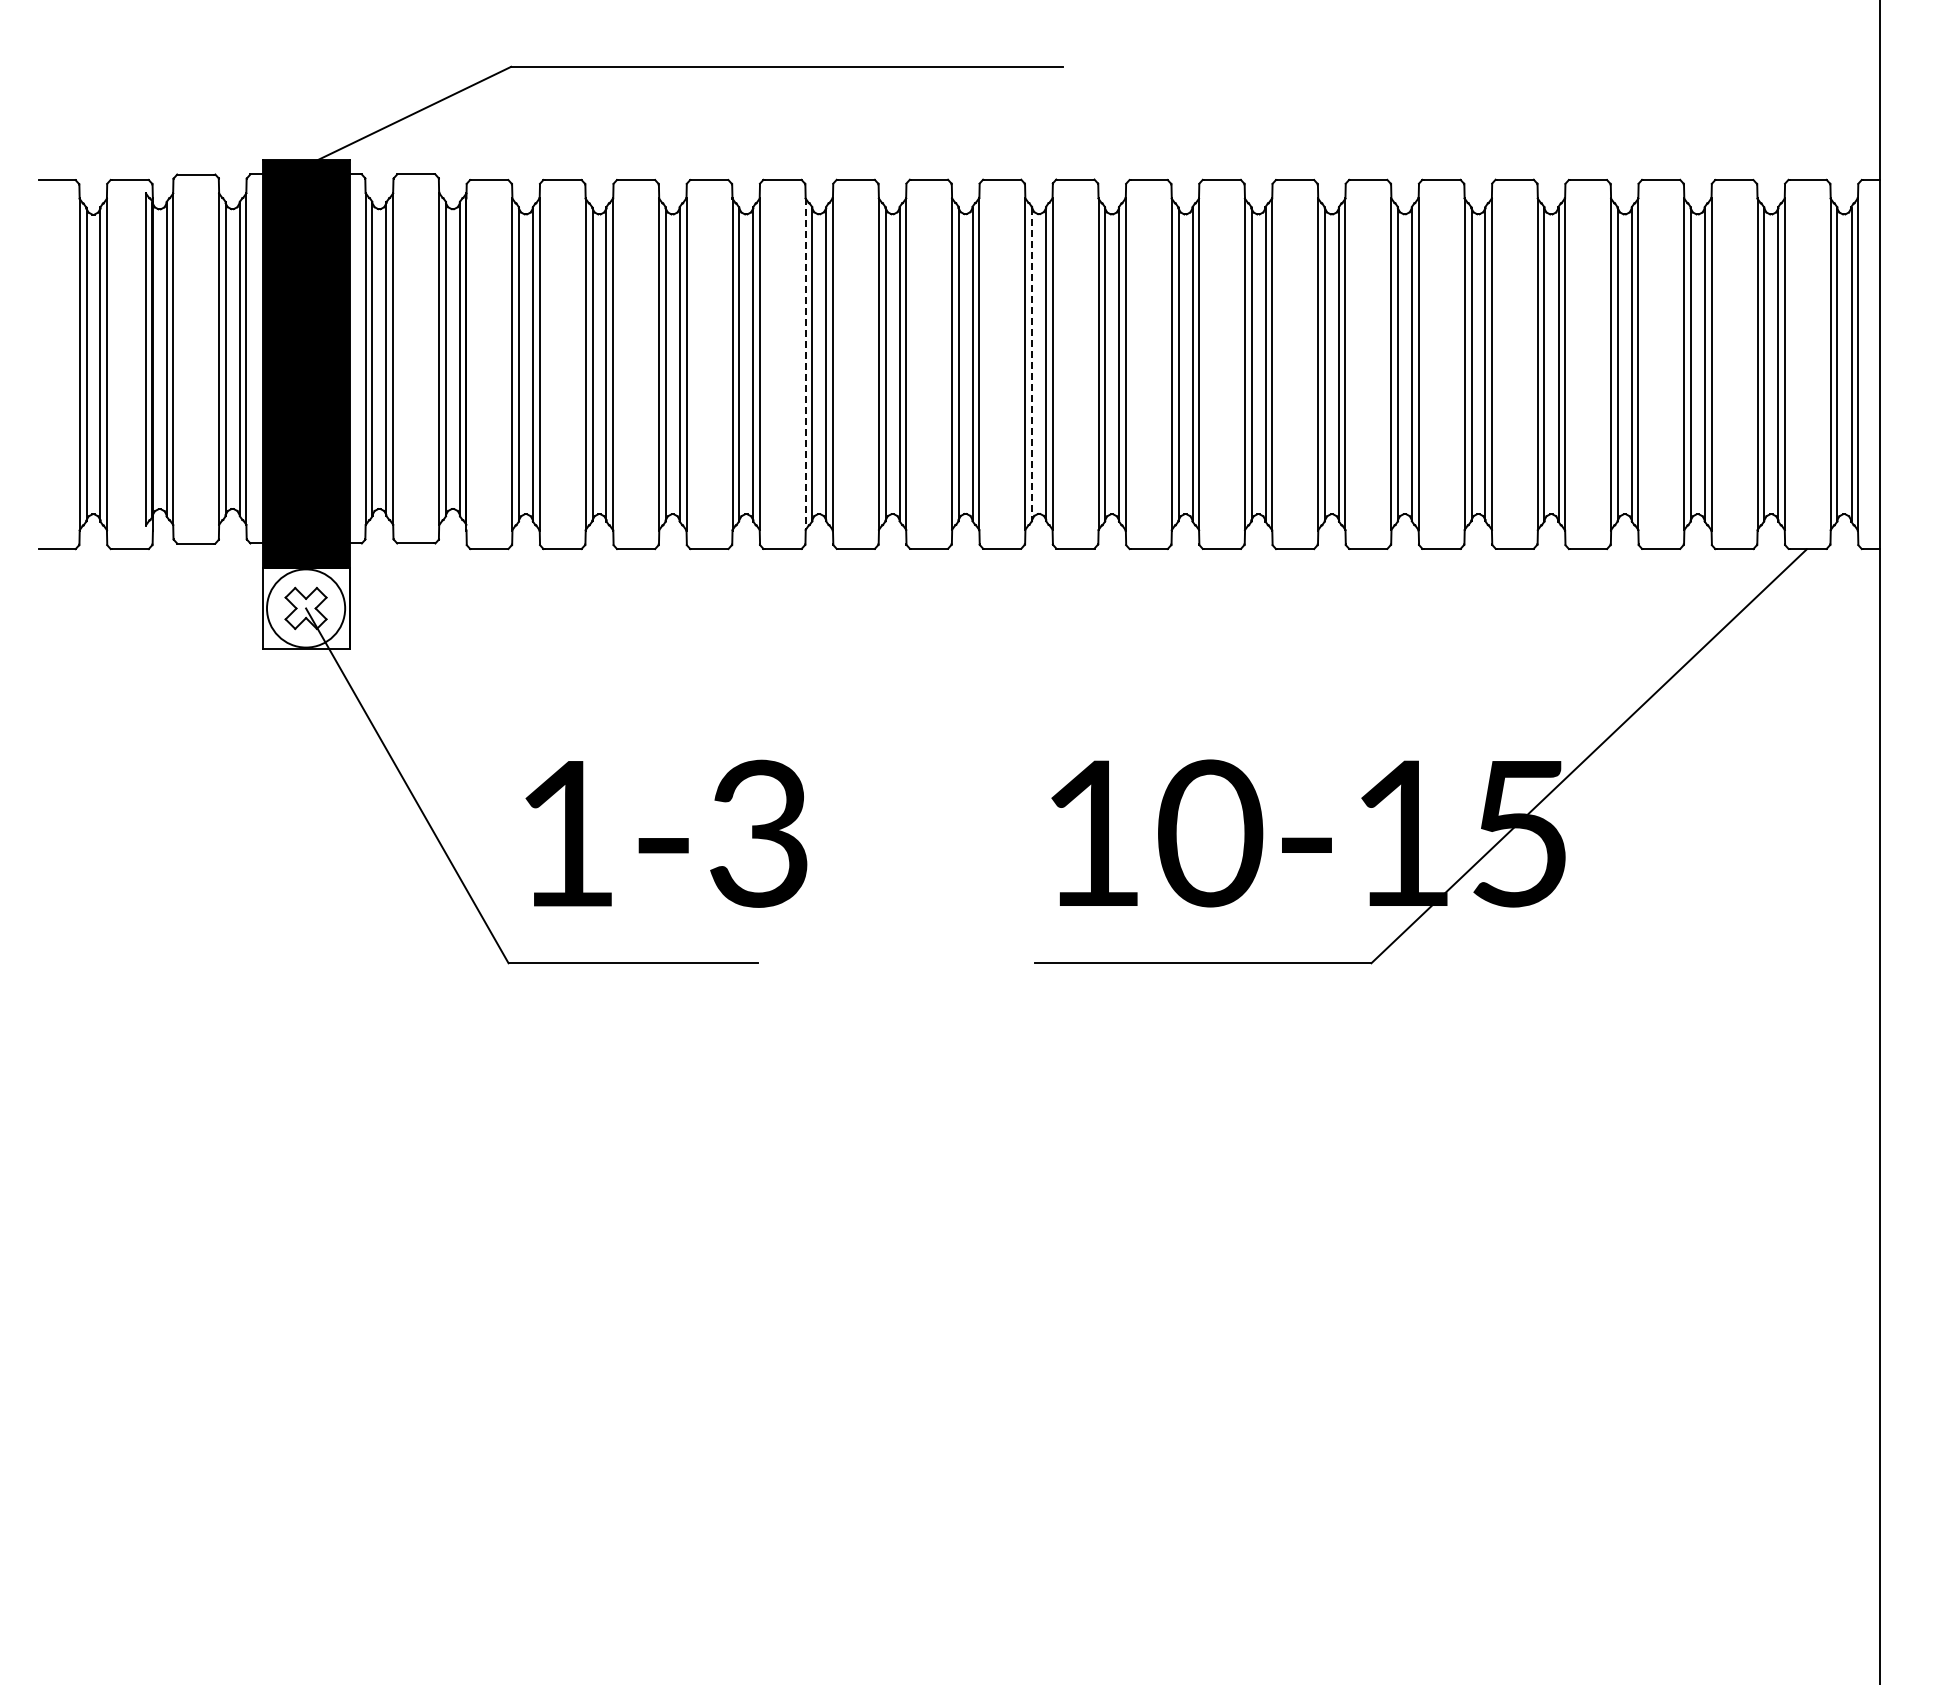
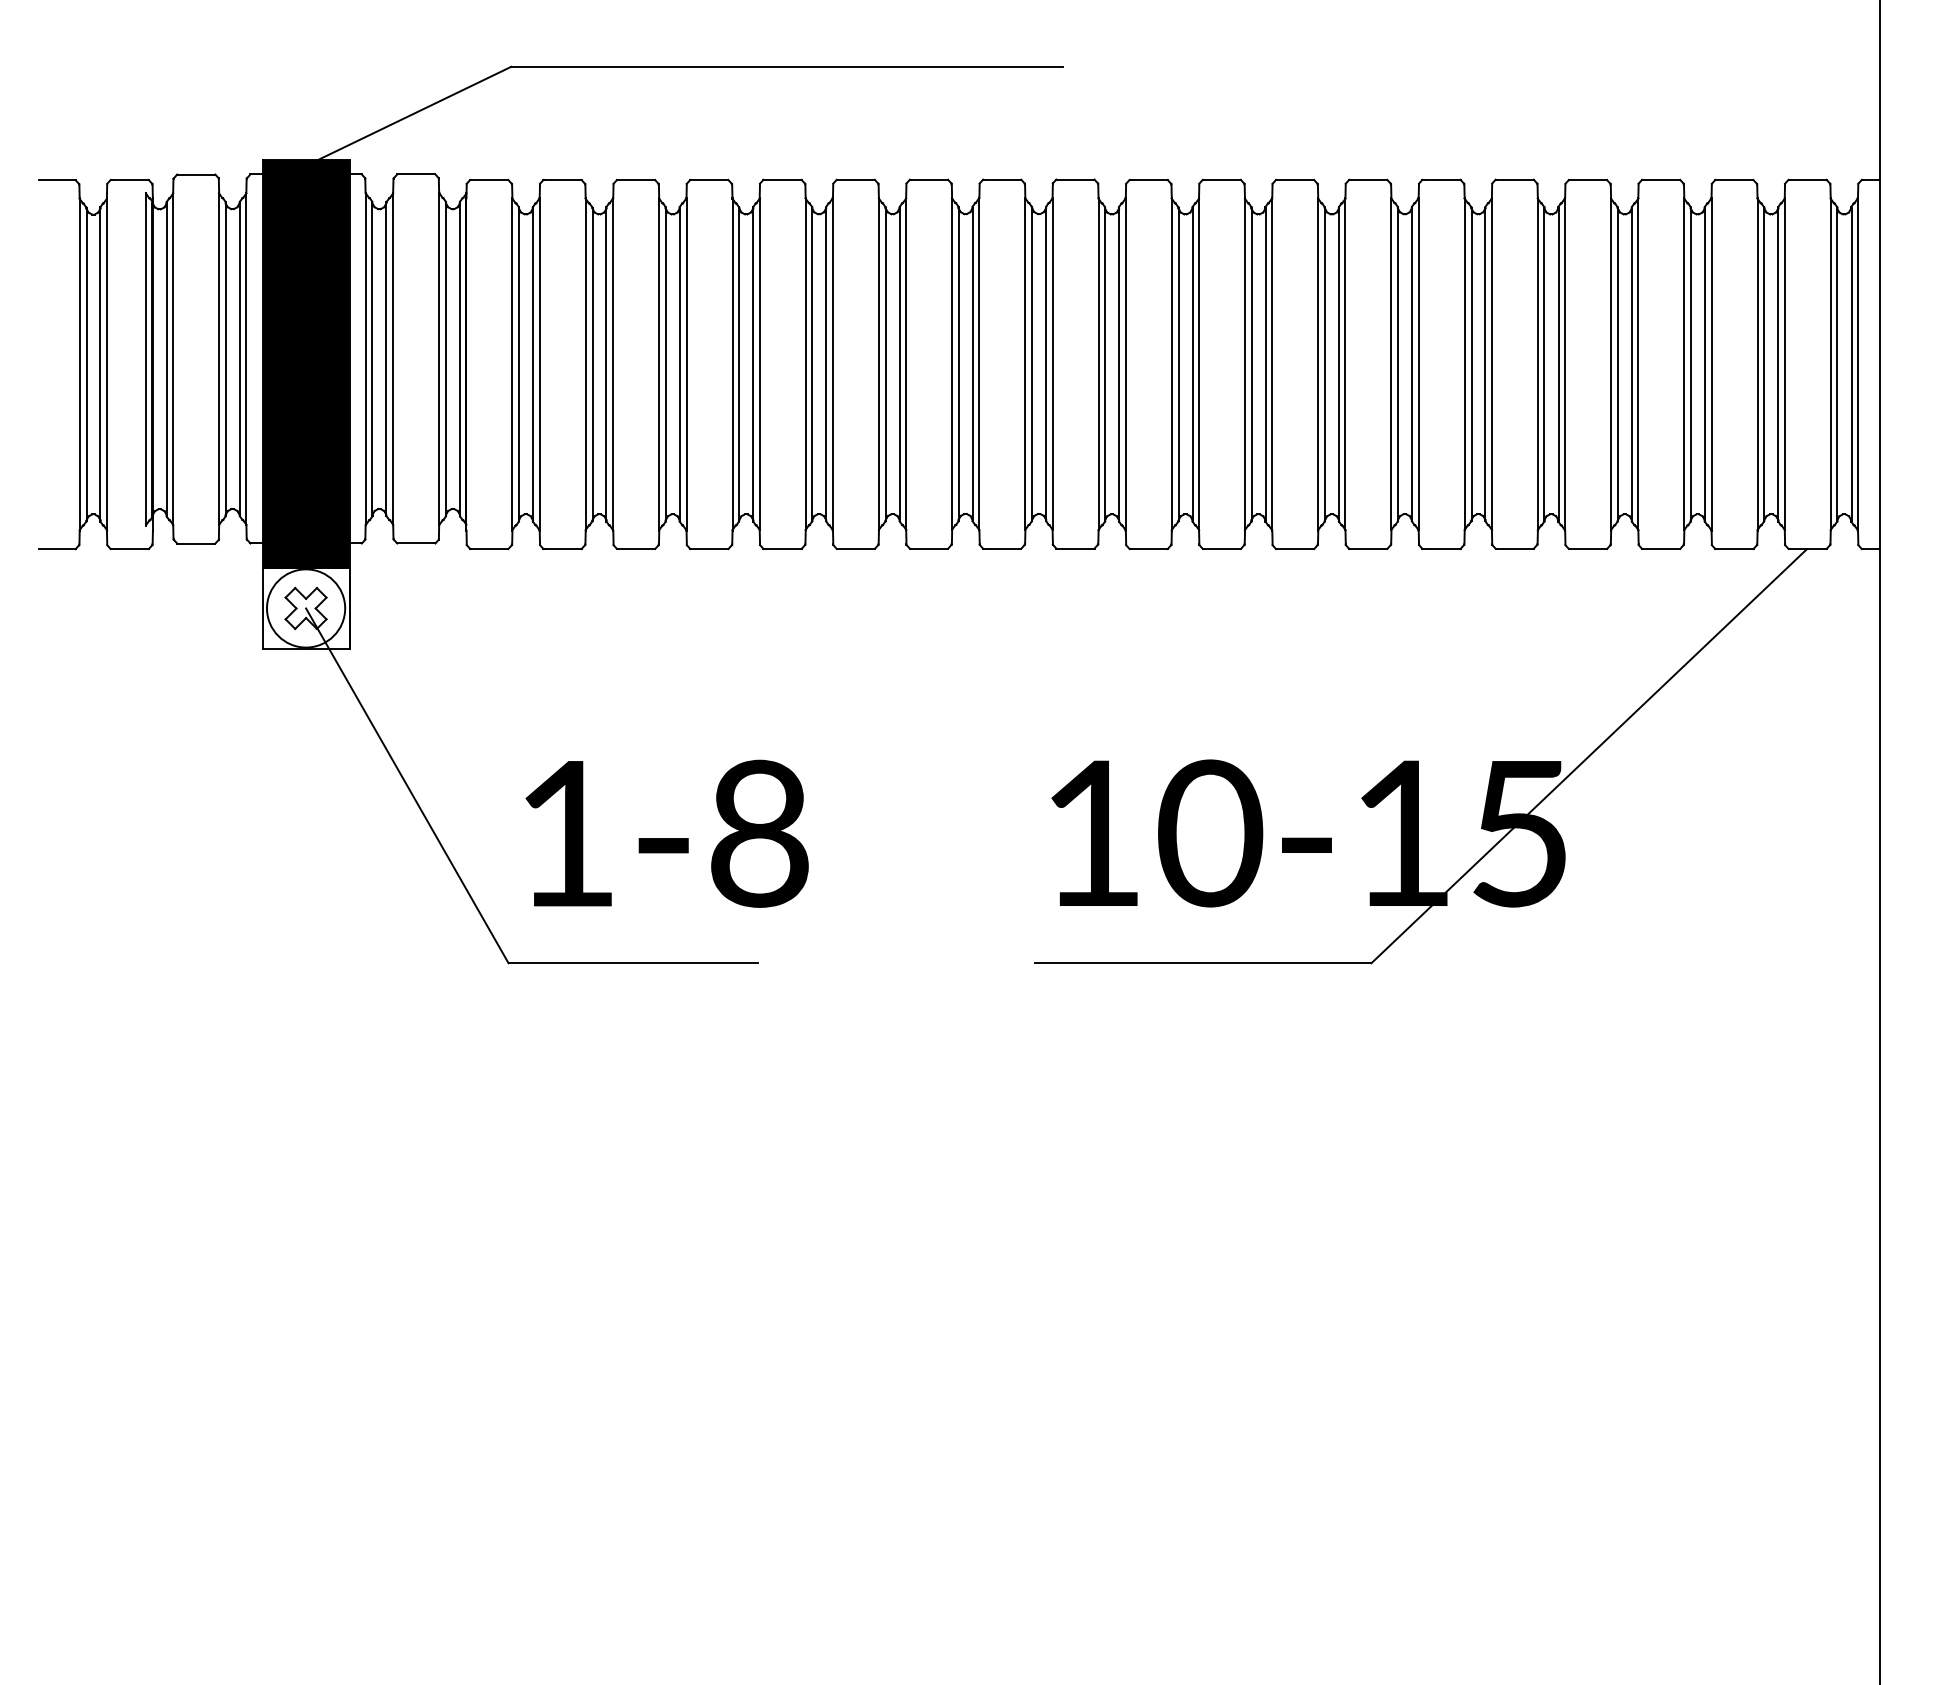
line at (805, 364): dashed -> solid
line at (1032, 364): dashed -> solid
text at (759, 833): 1-3 -> 1-8
